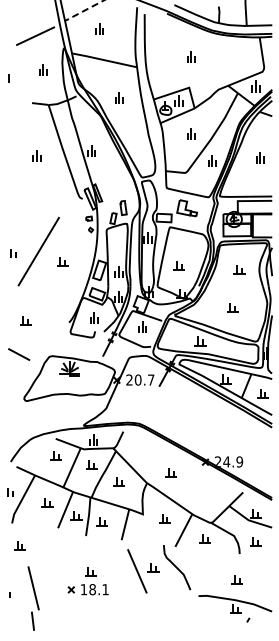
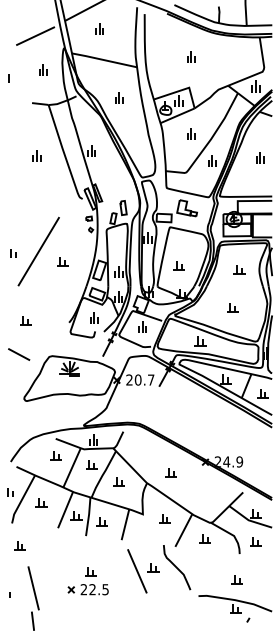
line at (84, 10): dashed -> solid
part at (47, 502) position: (47, 502) -> (41, 502)
text at (94, 589): 18.1 -> 22.5
